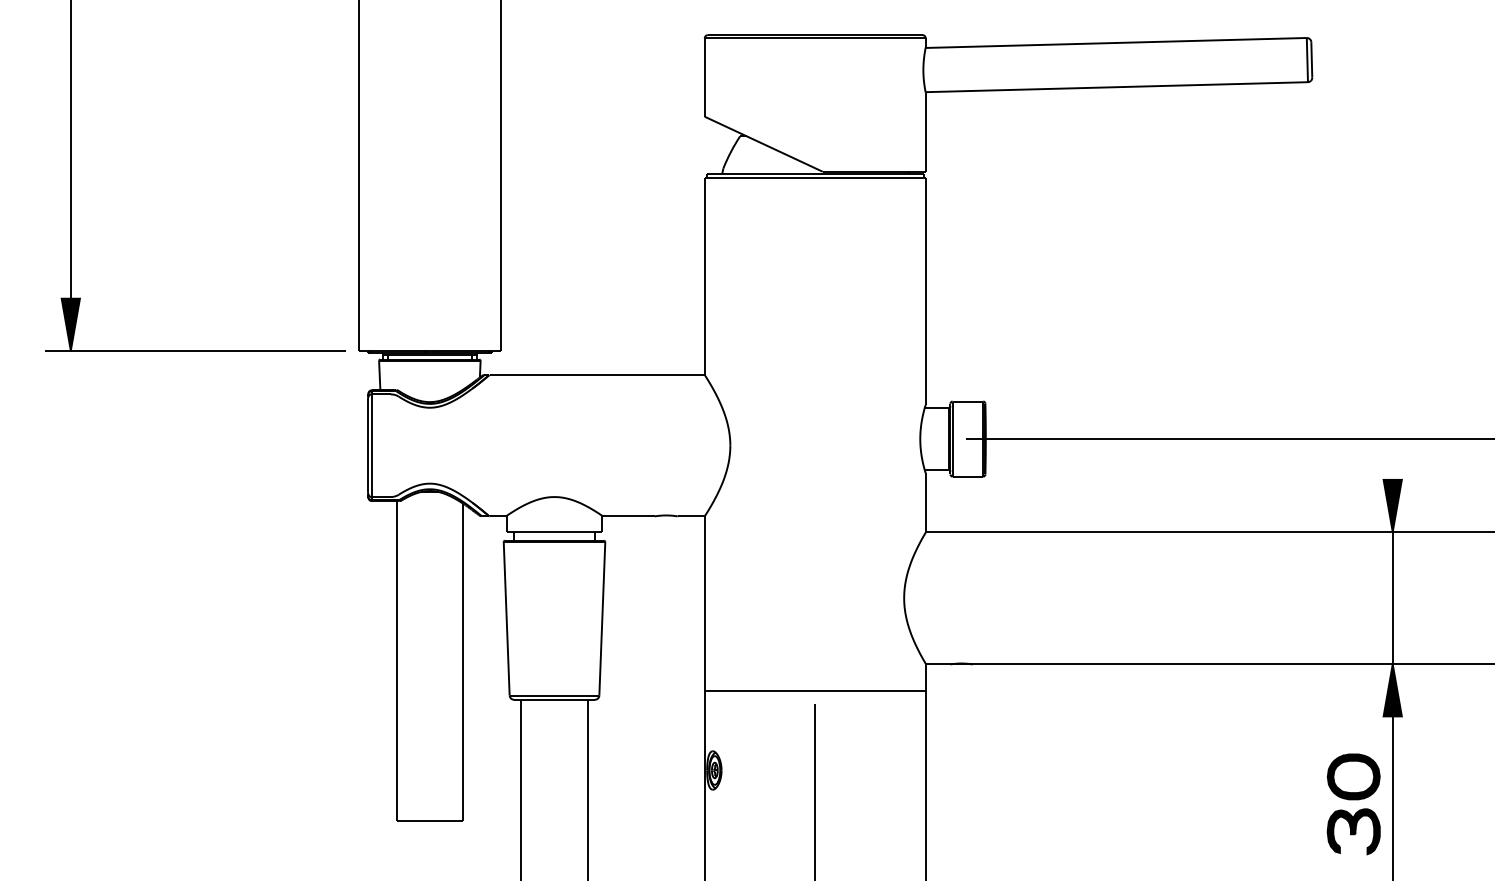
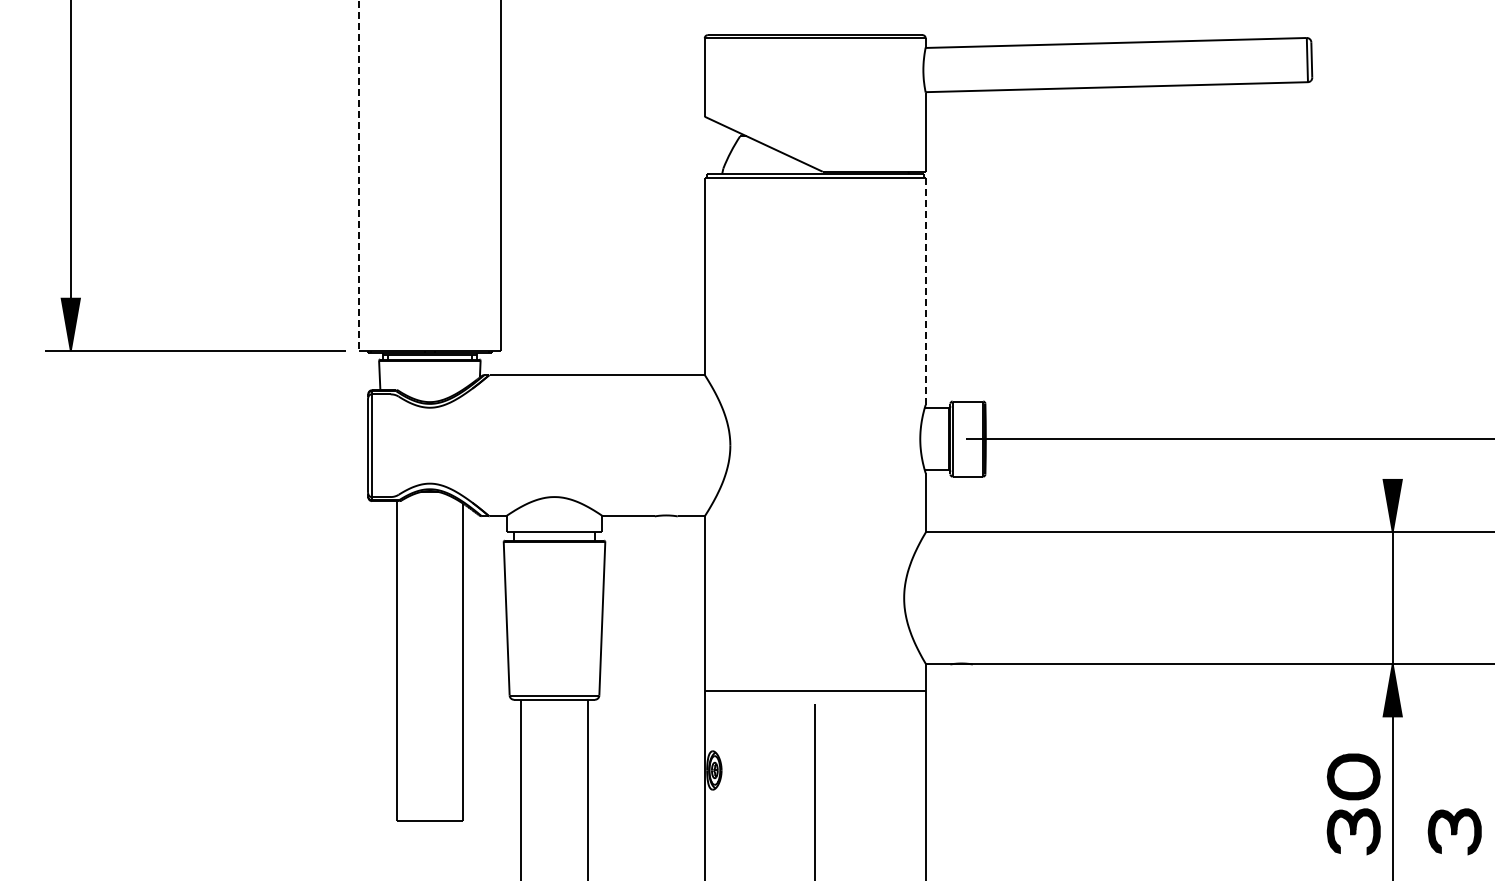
line at (359, 175): solid -> dashed
line at (925, 291): solid -> dashed
part at (1454, 831): none -> present
